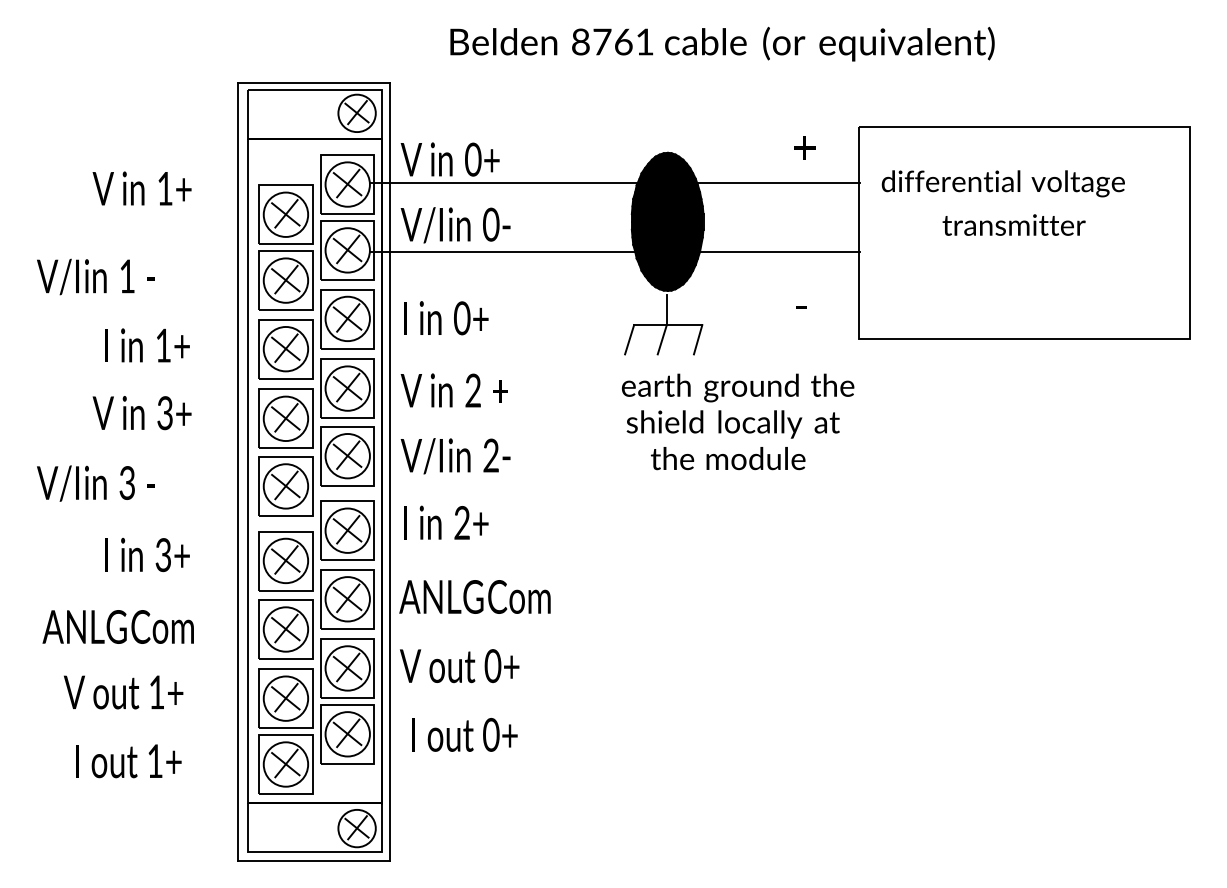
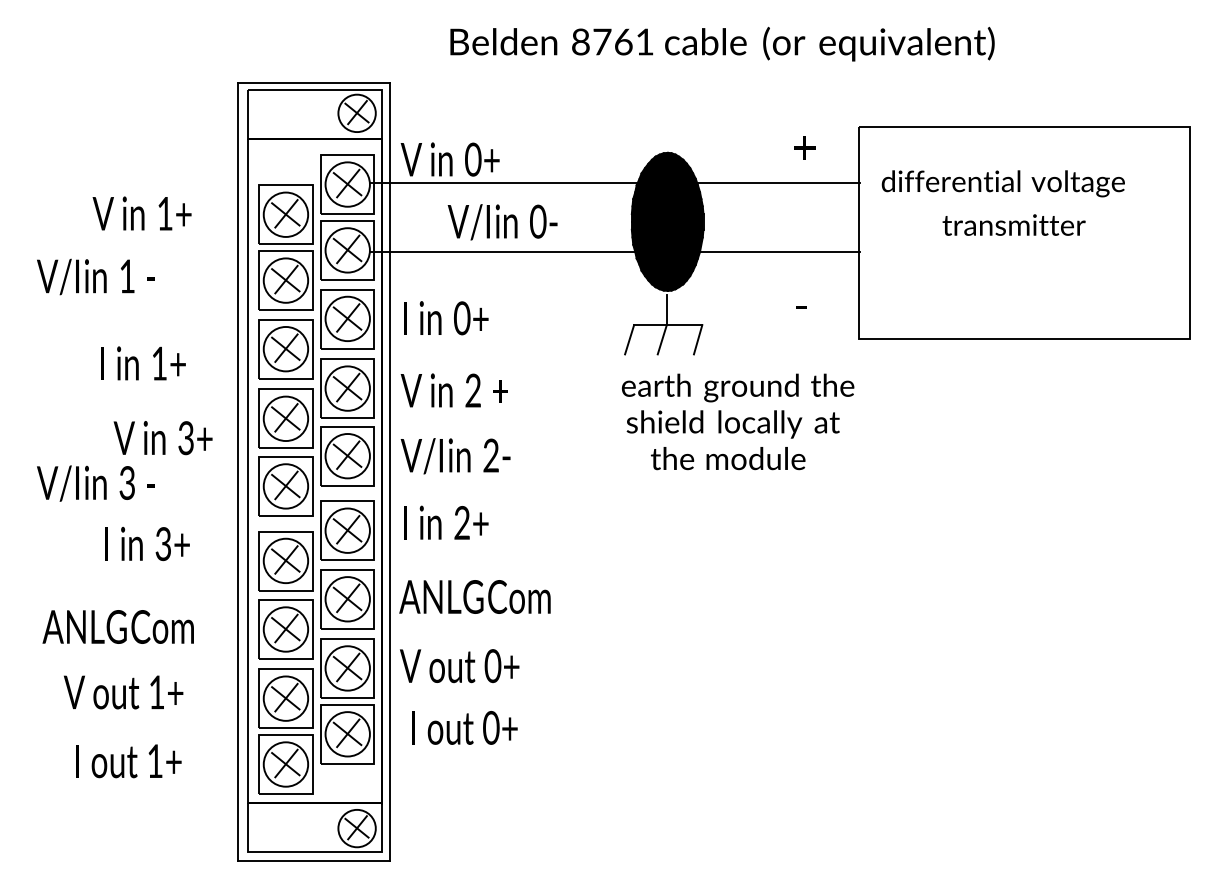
text at (141, 188) position: (141, 188) -> (141, 213)
text at (455, 225) position: (455, 225) -> (502, 222)
text at (147, 345) position: (147, 345) -> (143, 363)
text at (141, 413) position: (141, 413) -> (162, 438)
text at (147, 555) position: (147, 555) -> (147, 544)
text at (464, 734) position: (464, 734) -> (464, 727)
